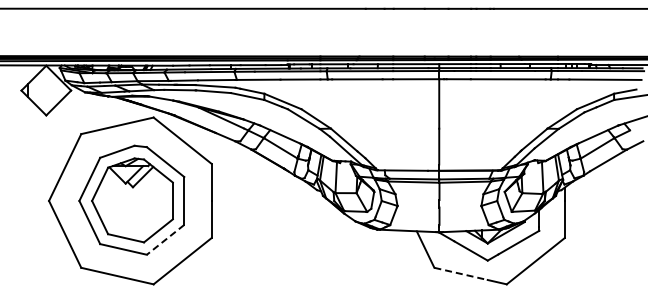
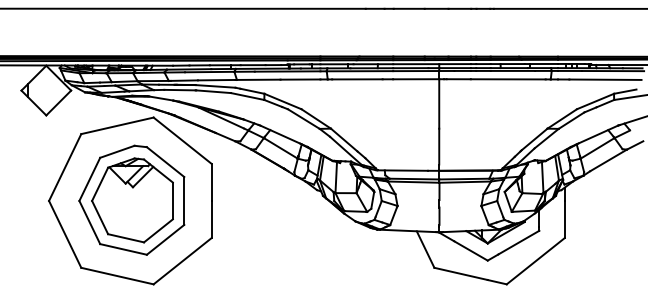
line at (165, 239): dashed -> solid
line at (461, 274): dashed -> solid
